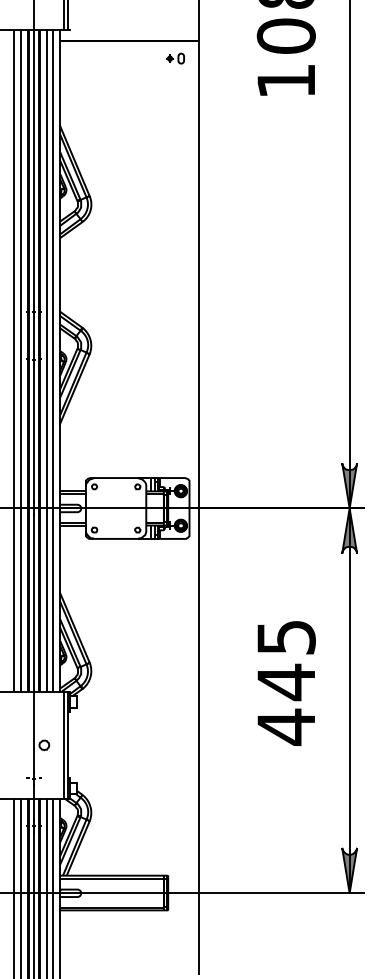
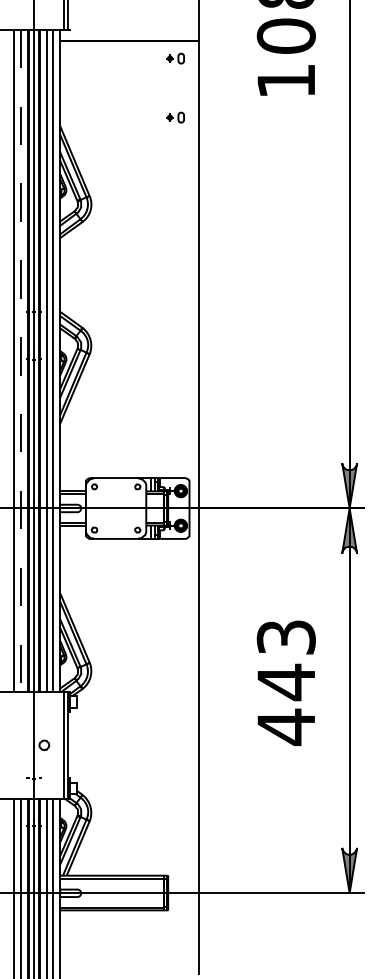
part at (175, 117): none -> present
line at (21, 360): solid -> dashed
text at (285, 637): 445 -> 443
